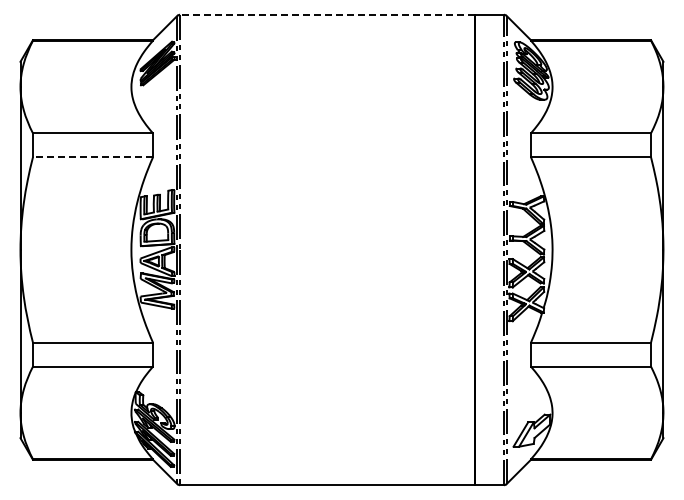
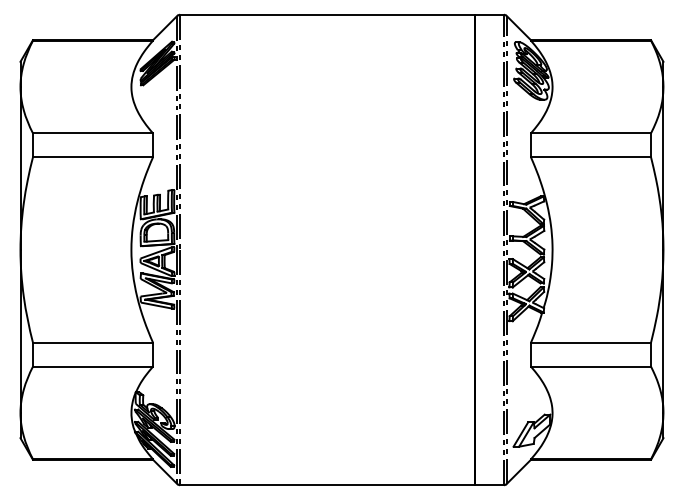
line at (327, 14): dashed -> solid
line at (92, 157): dashed -> solid
